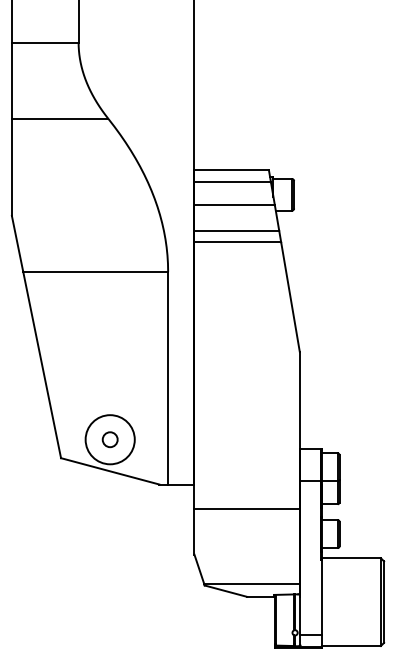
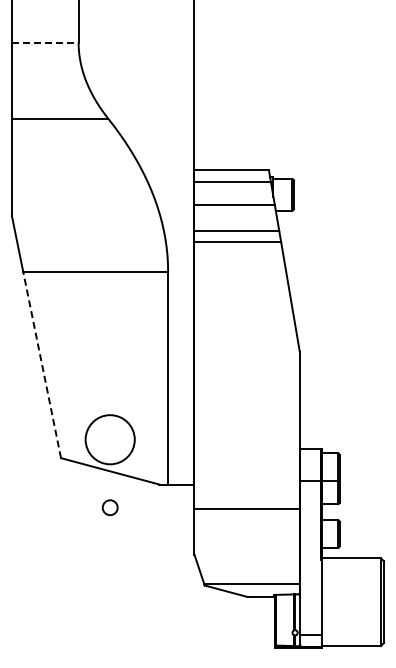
line at (45, 42): solid -> dashed
line at (42, 364): solid -> dashed
circle at (109, 439) position: (109, 439) -> (109, 507)
